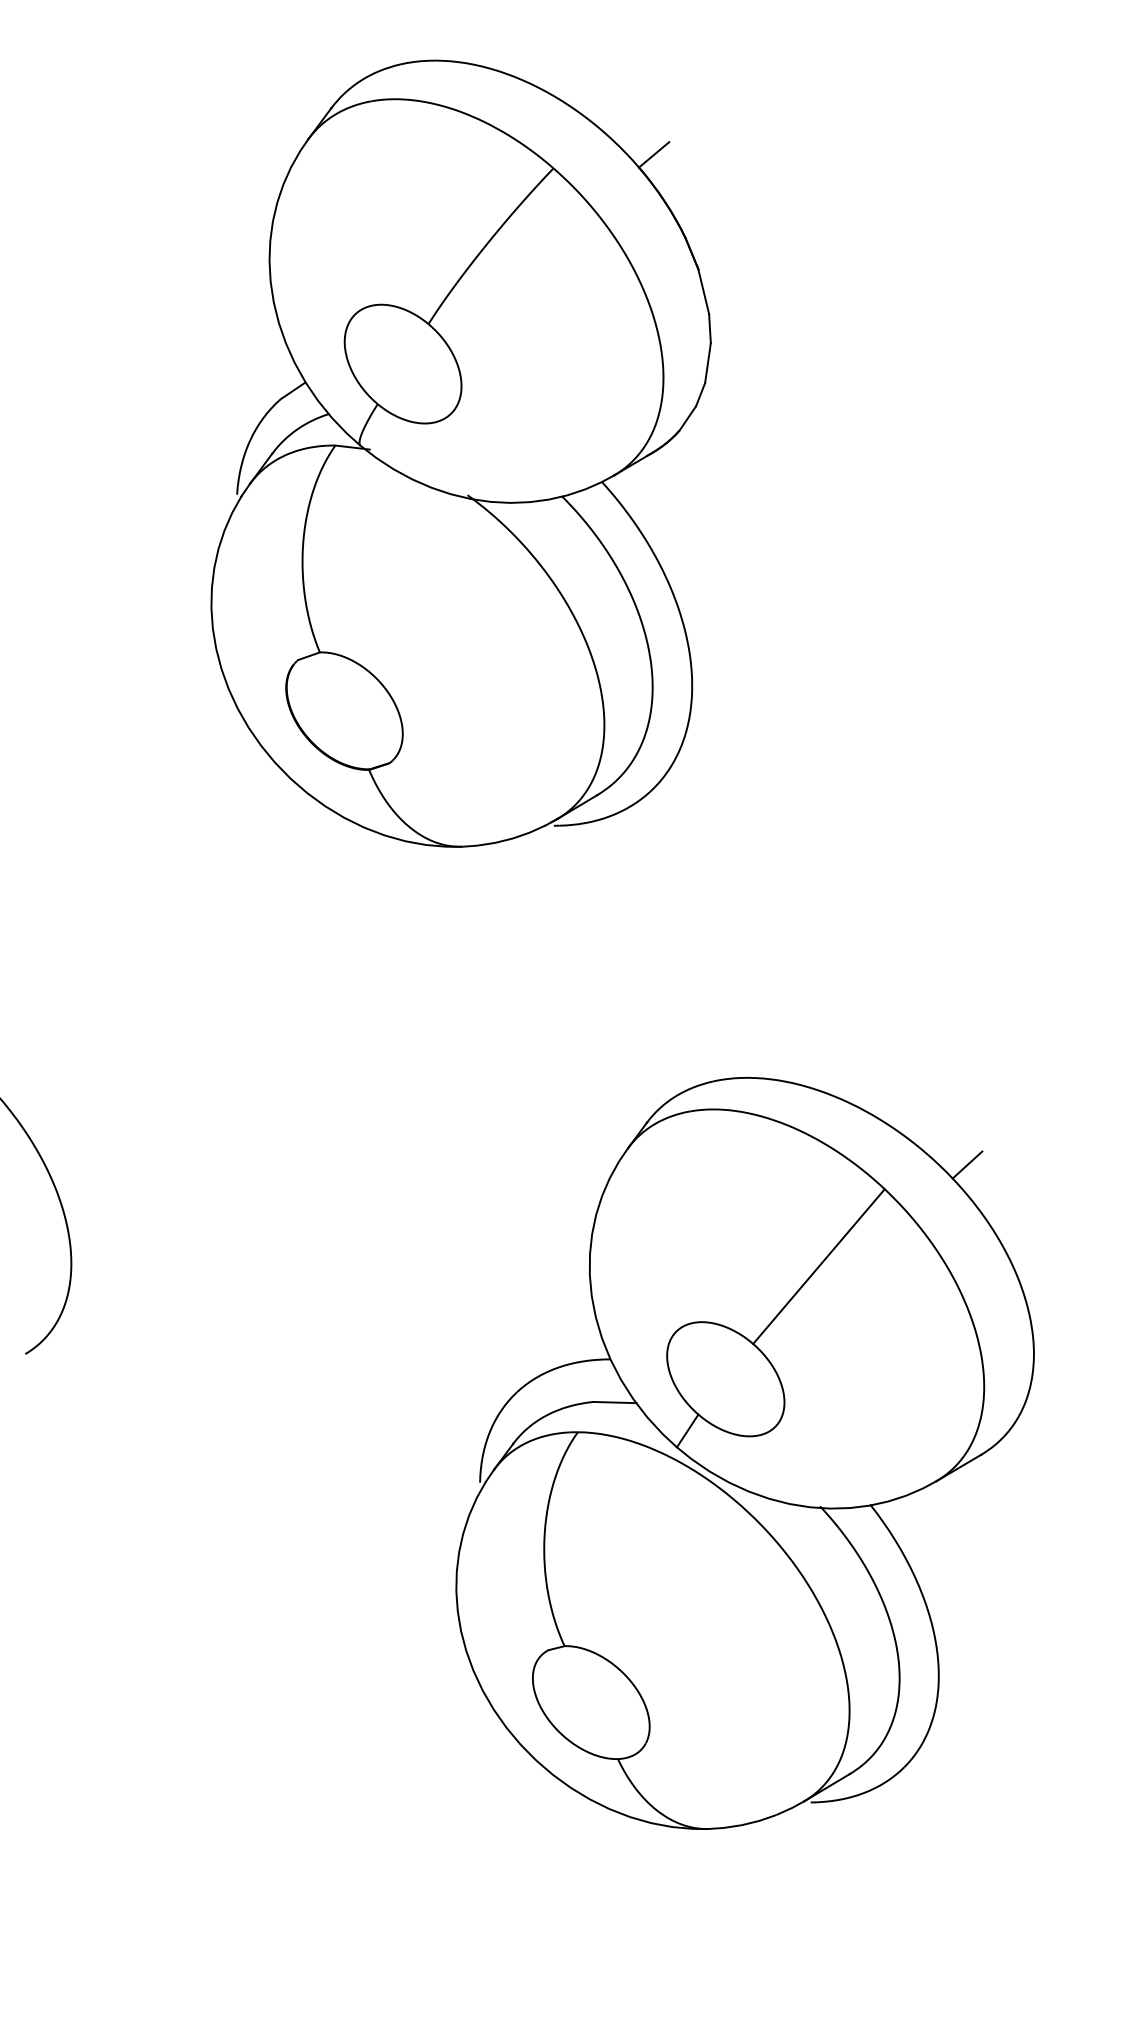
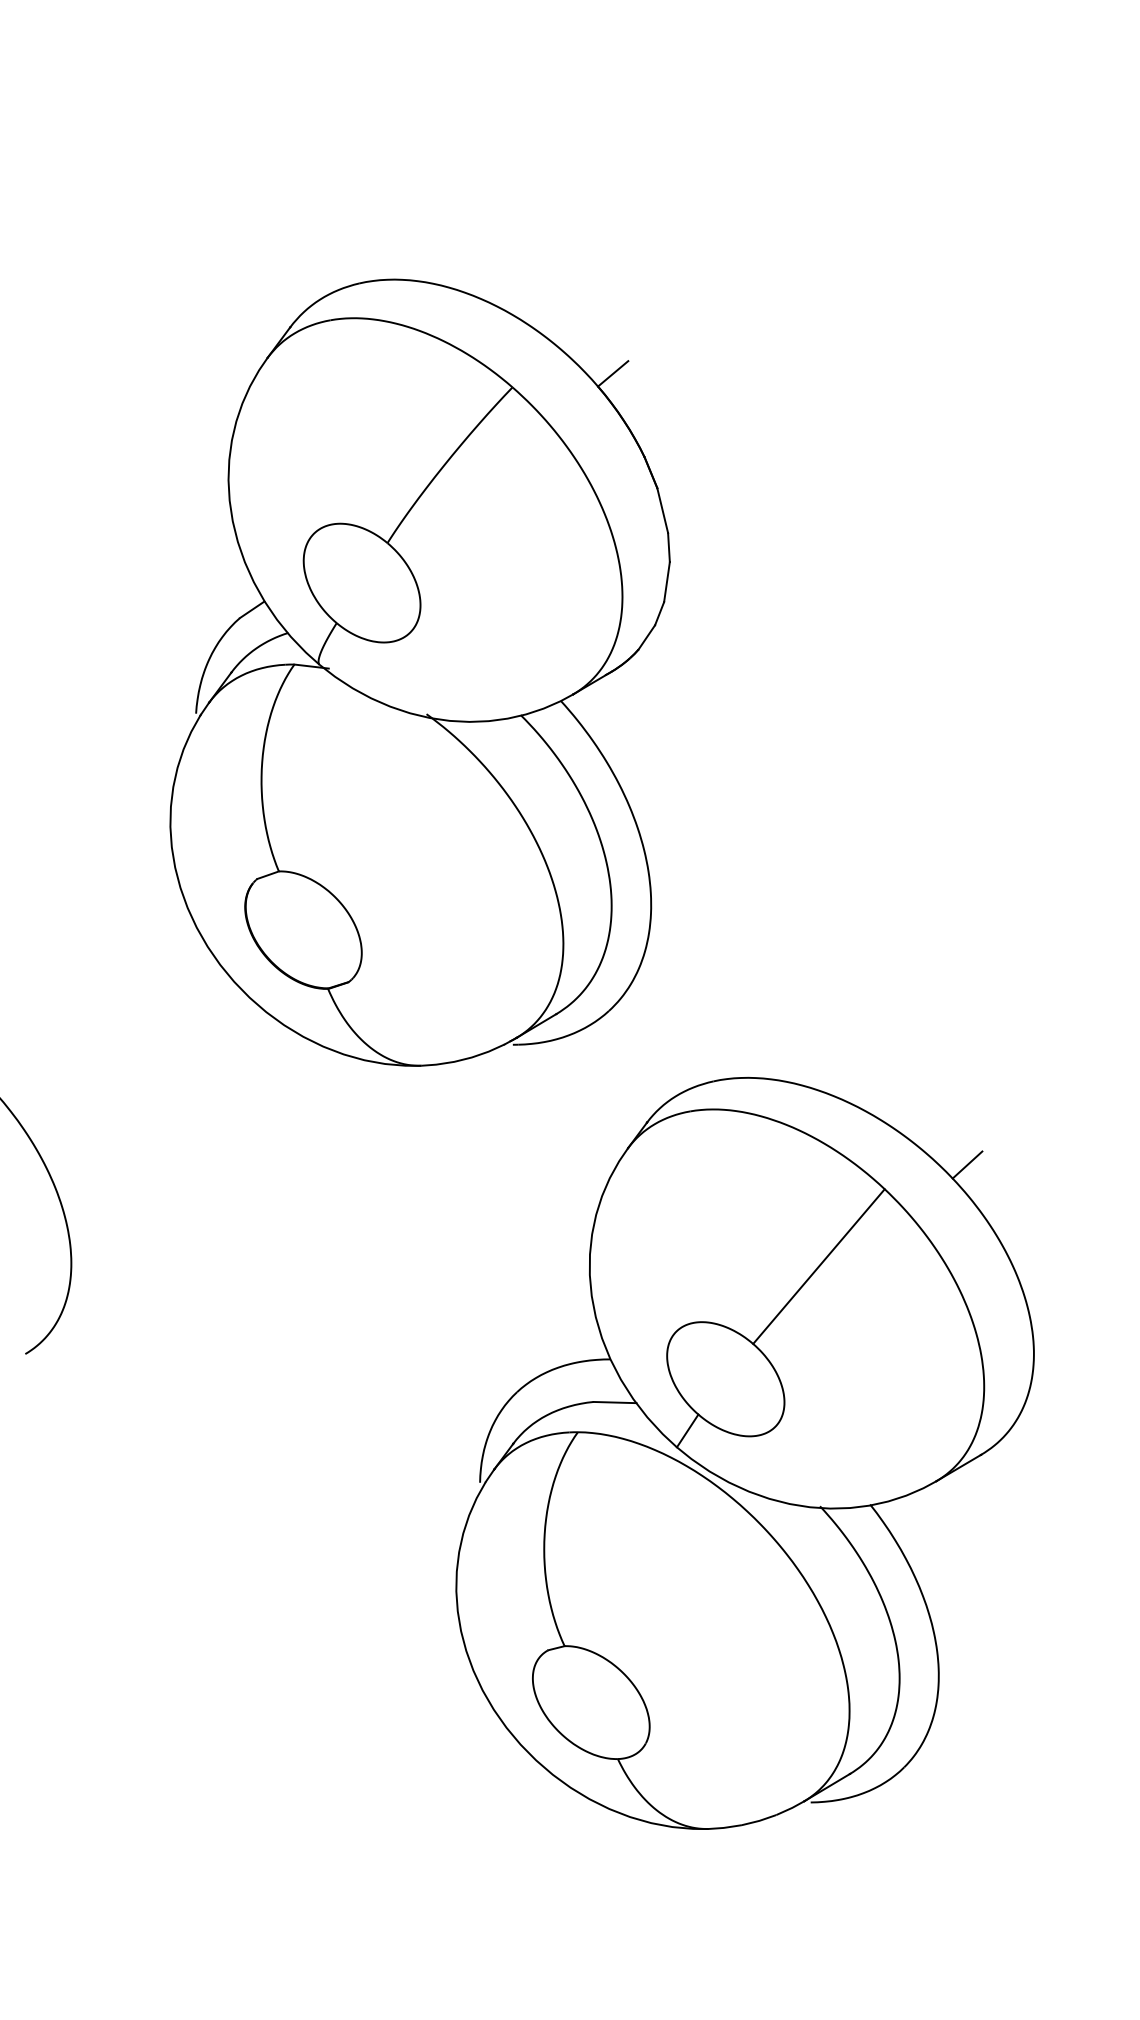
part at (460, 453) position: (460, 453) -> (419, 672)
